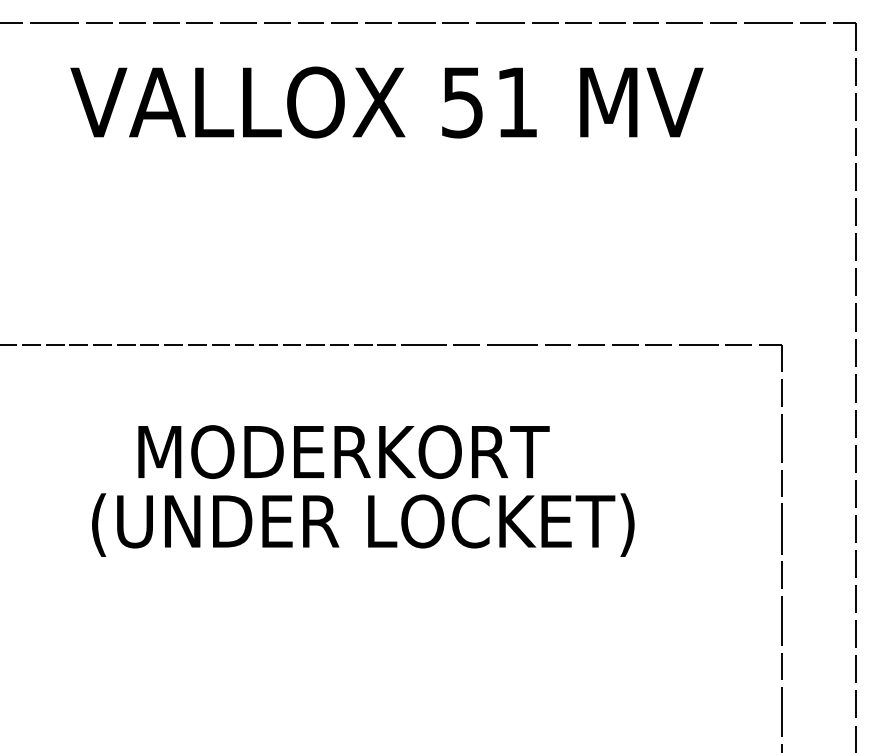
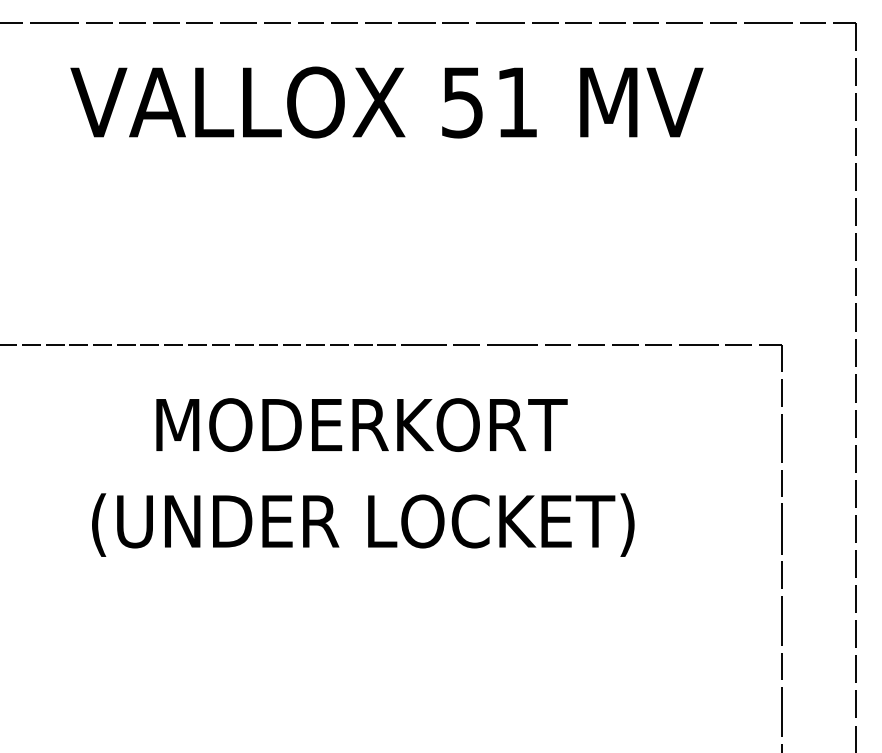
text at (343, 451) position: (343, 451) -> (361, 424)
